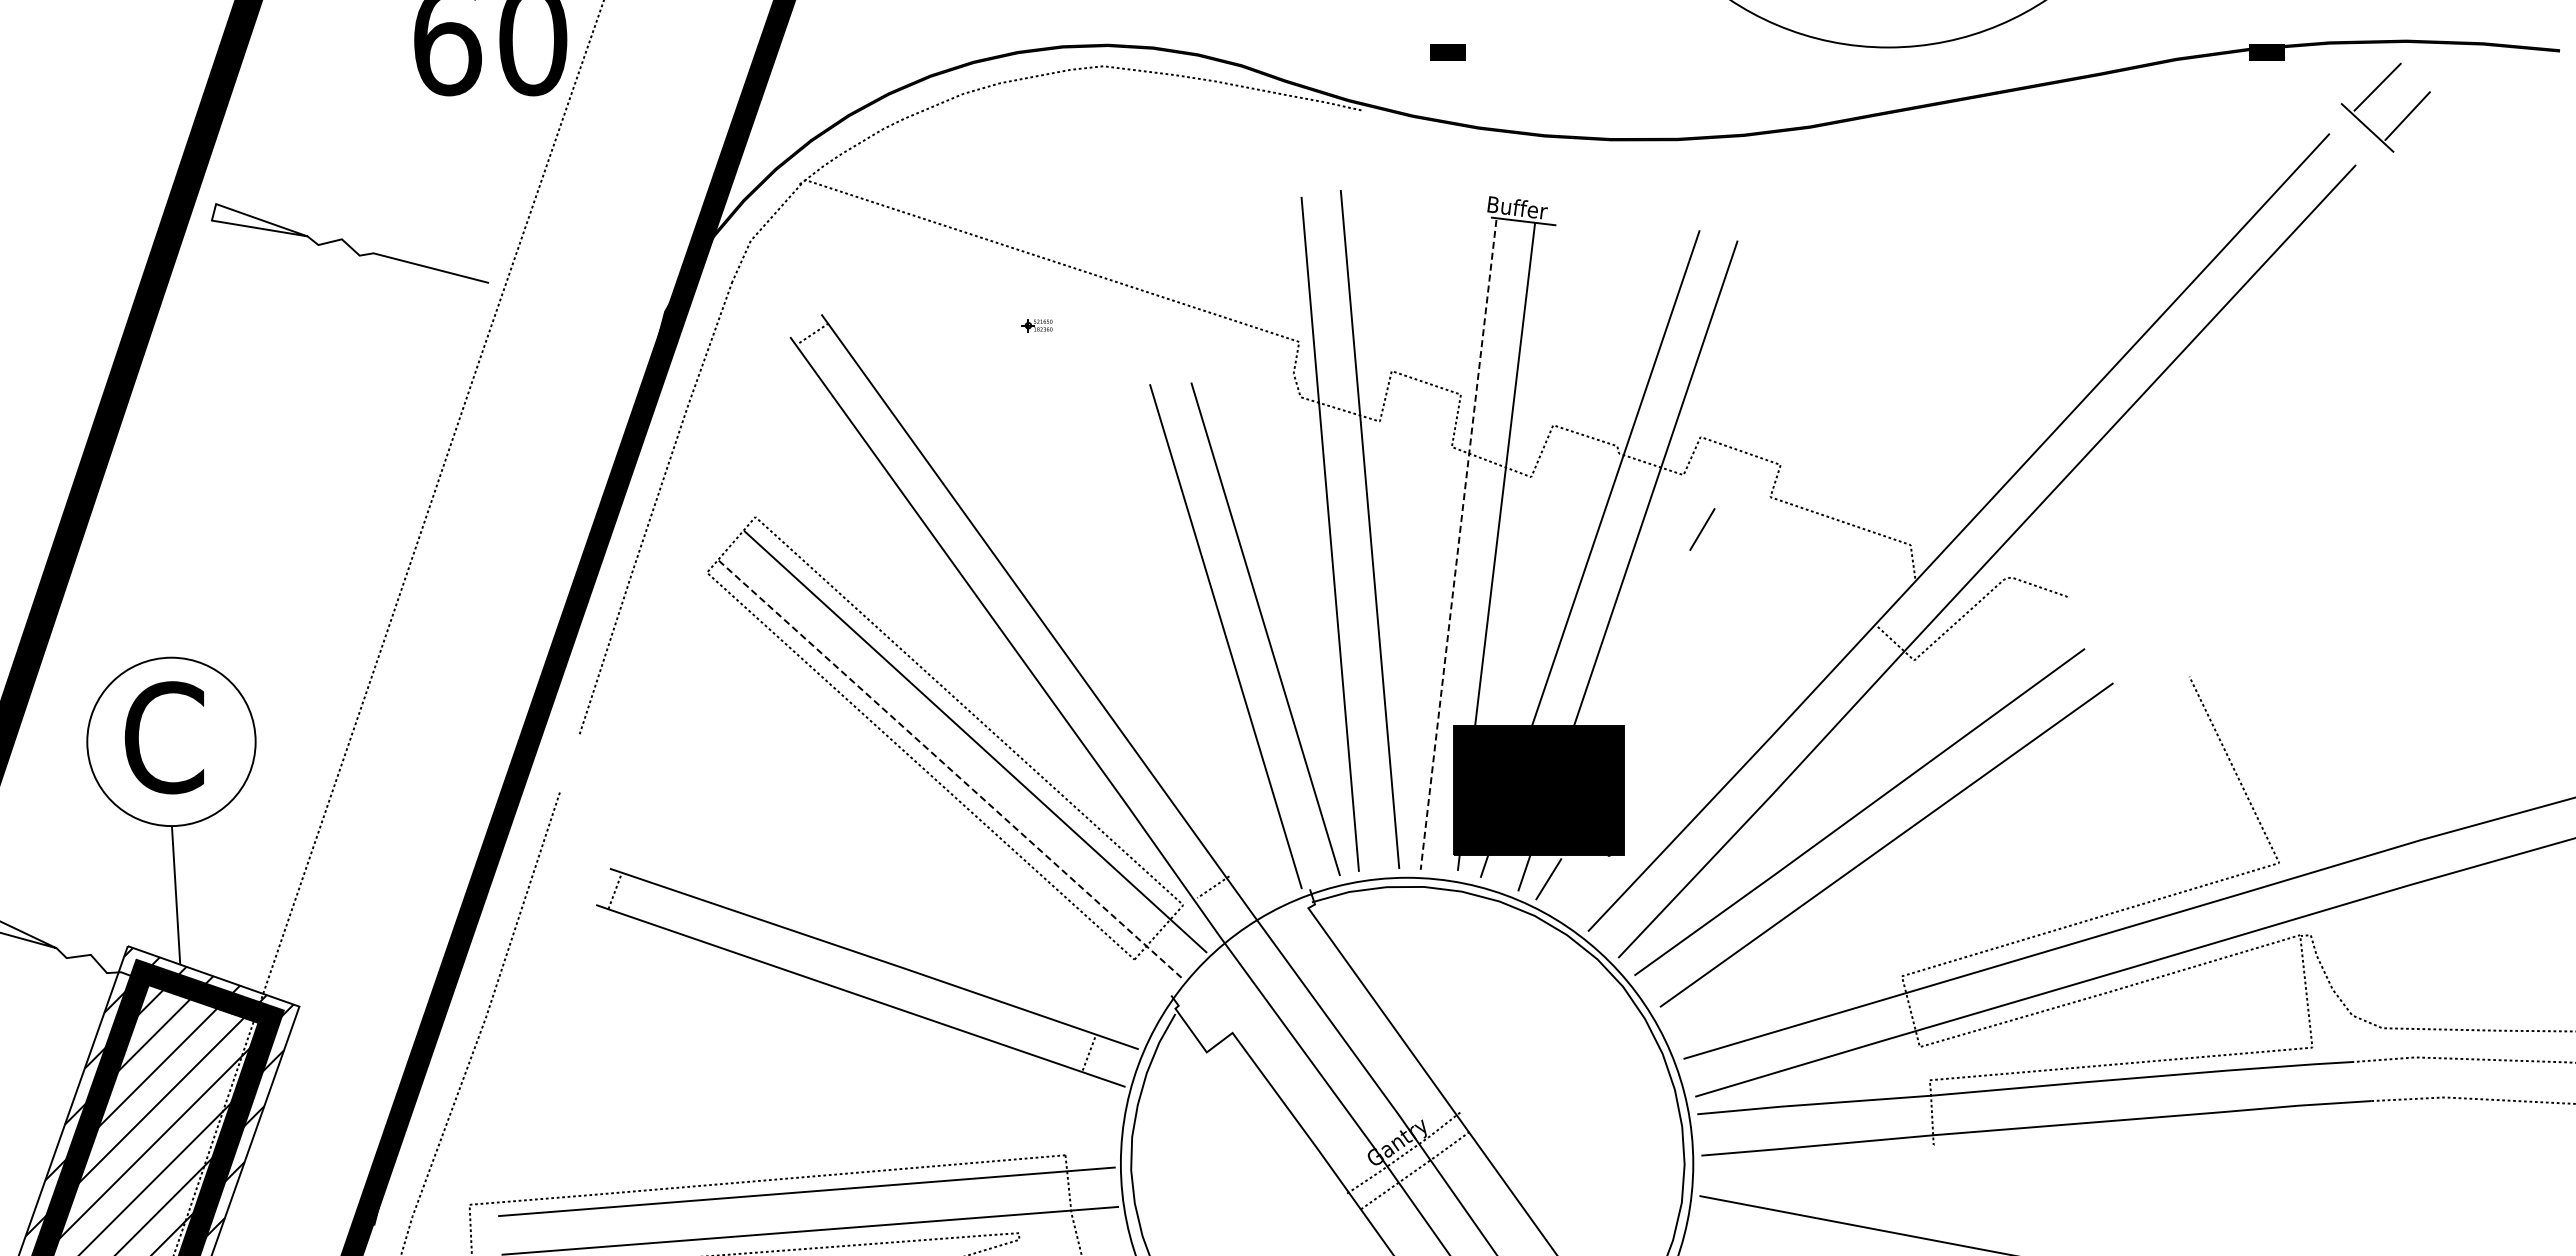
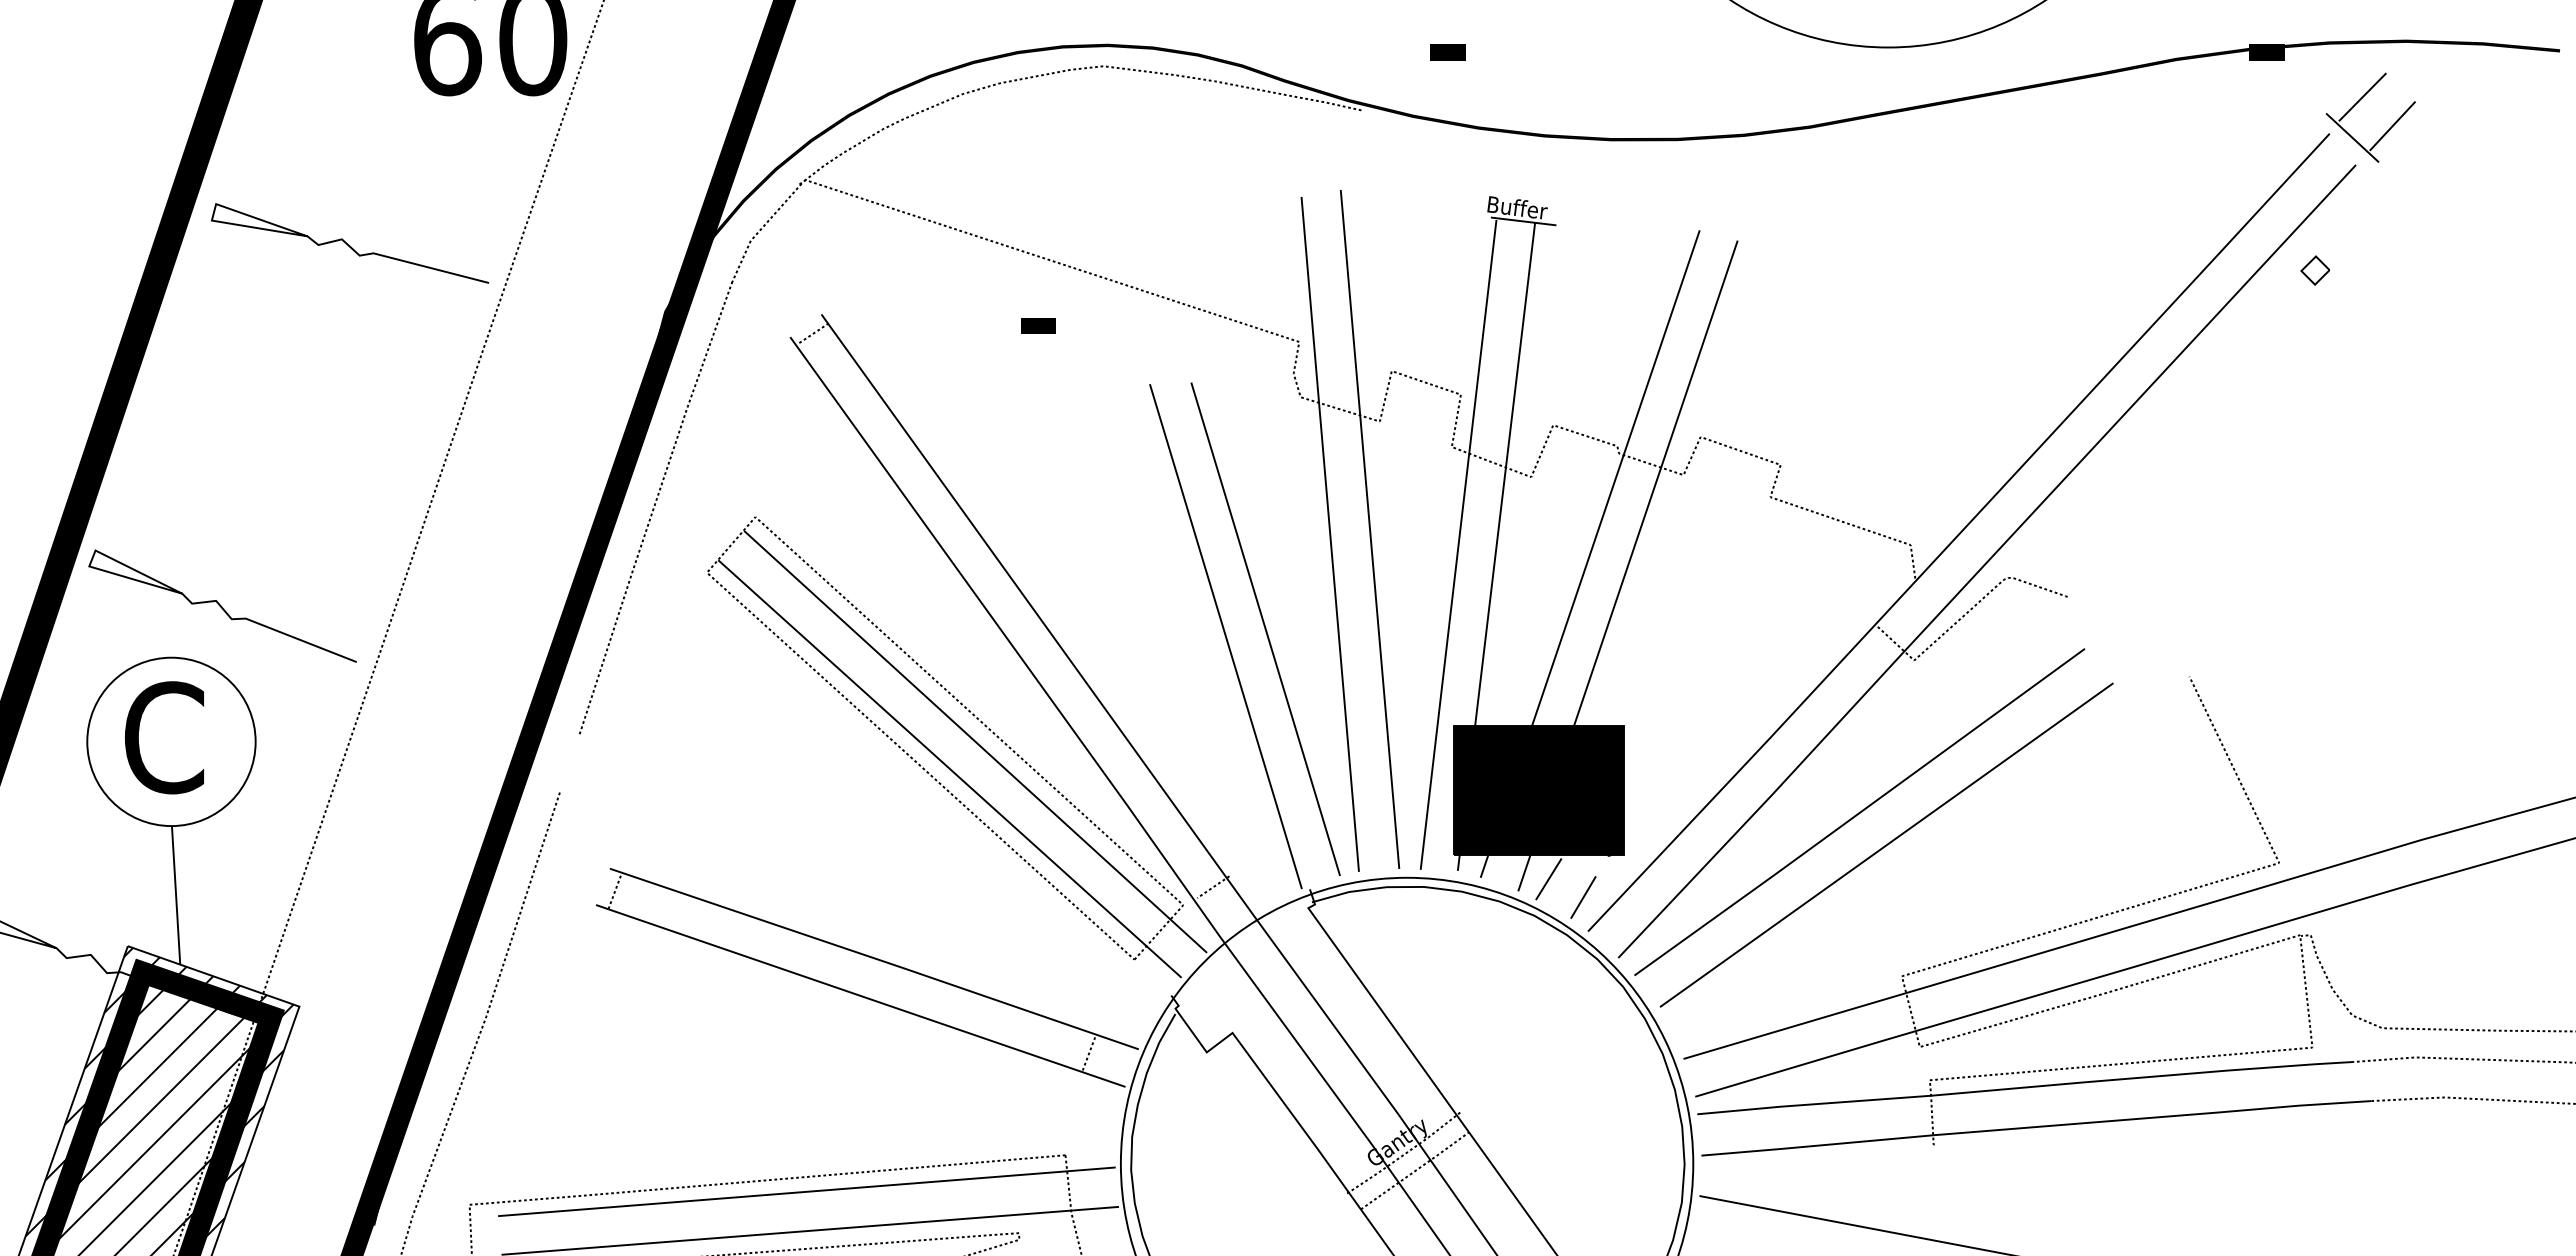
part at (2372, 93) position: (2372, 93) -> (2357, 103)
part at (2314, 270): none -> present
fill at (1038, 325): none -> present
line at (1702, 529) position: (1702, 529) -> (1583, 897)
line at (1458, 545): dashed -> solid
part at (222, 605): none -> present
line at (949, 768): dashed -> solid
